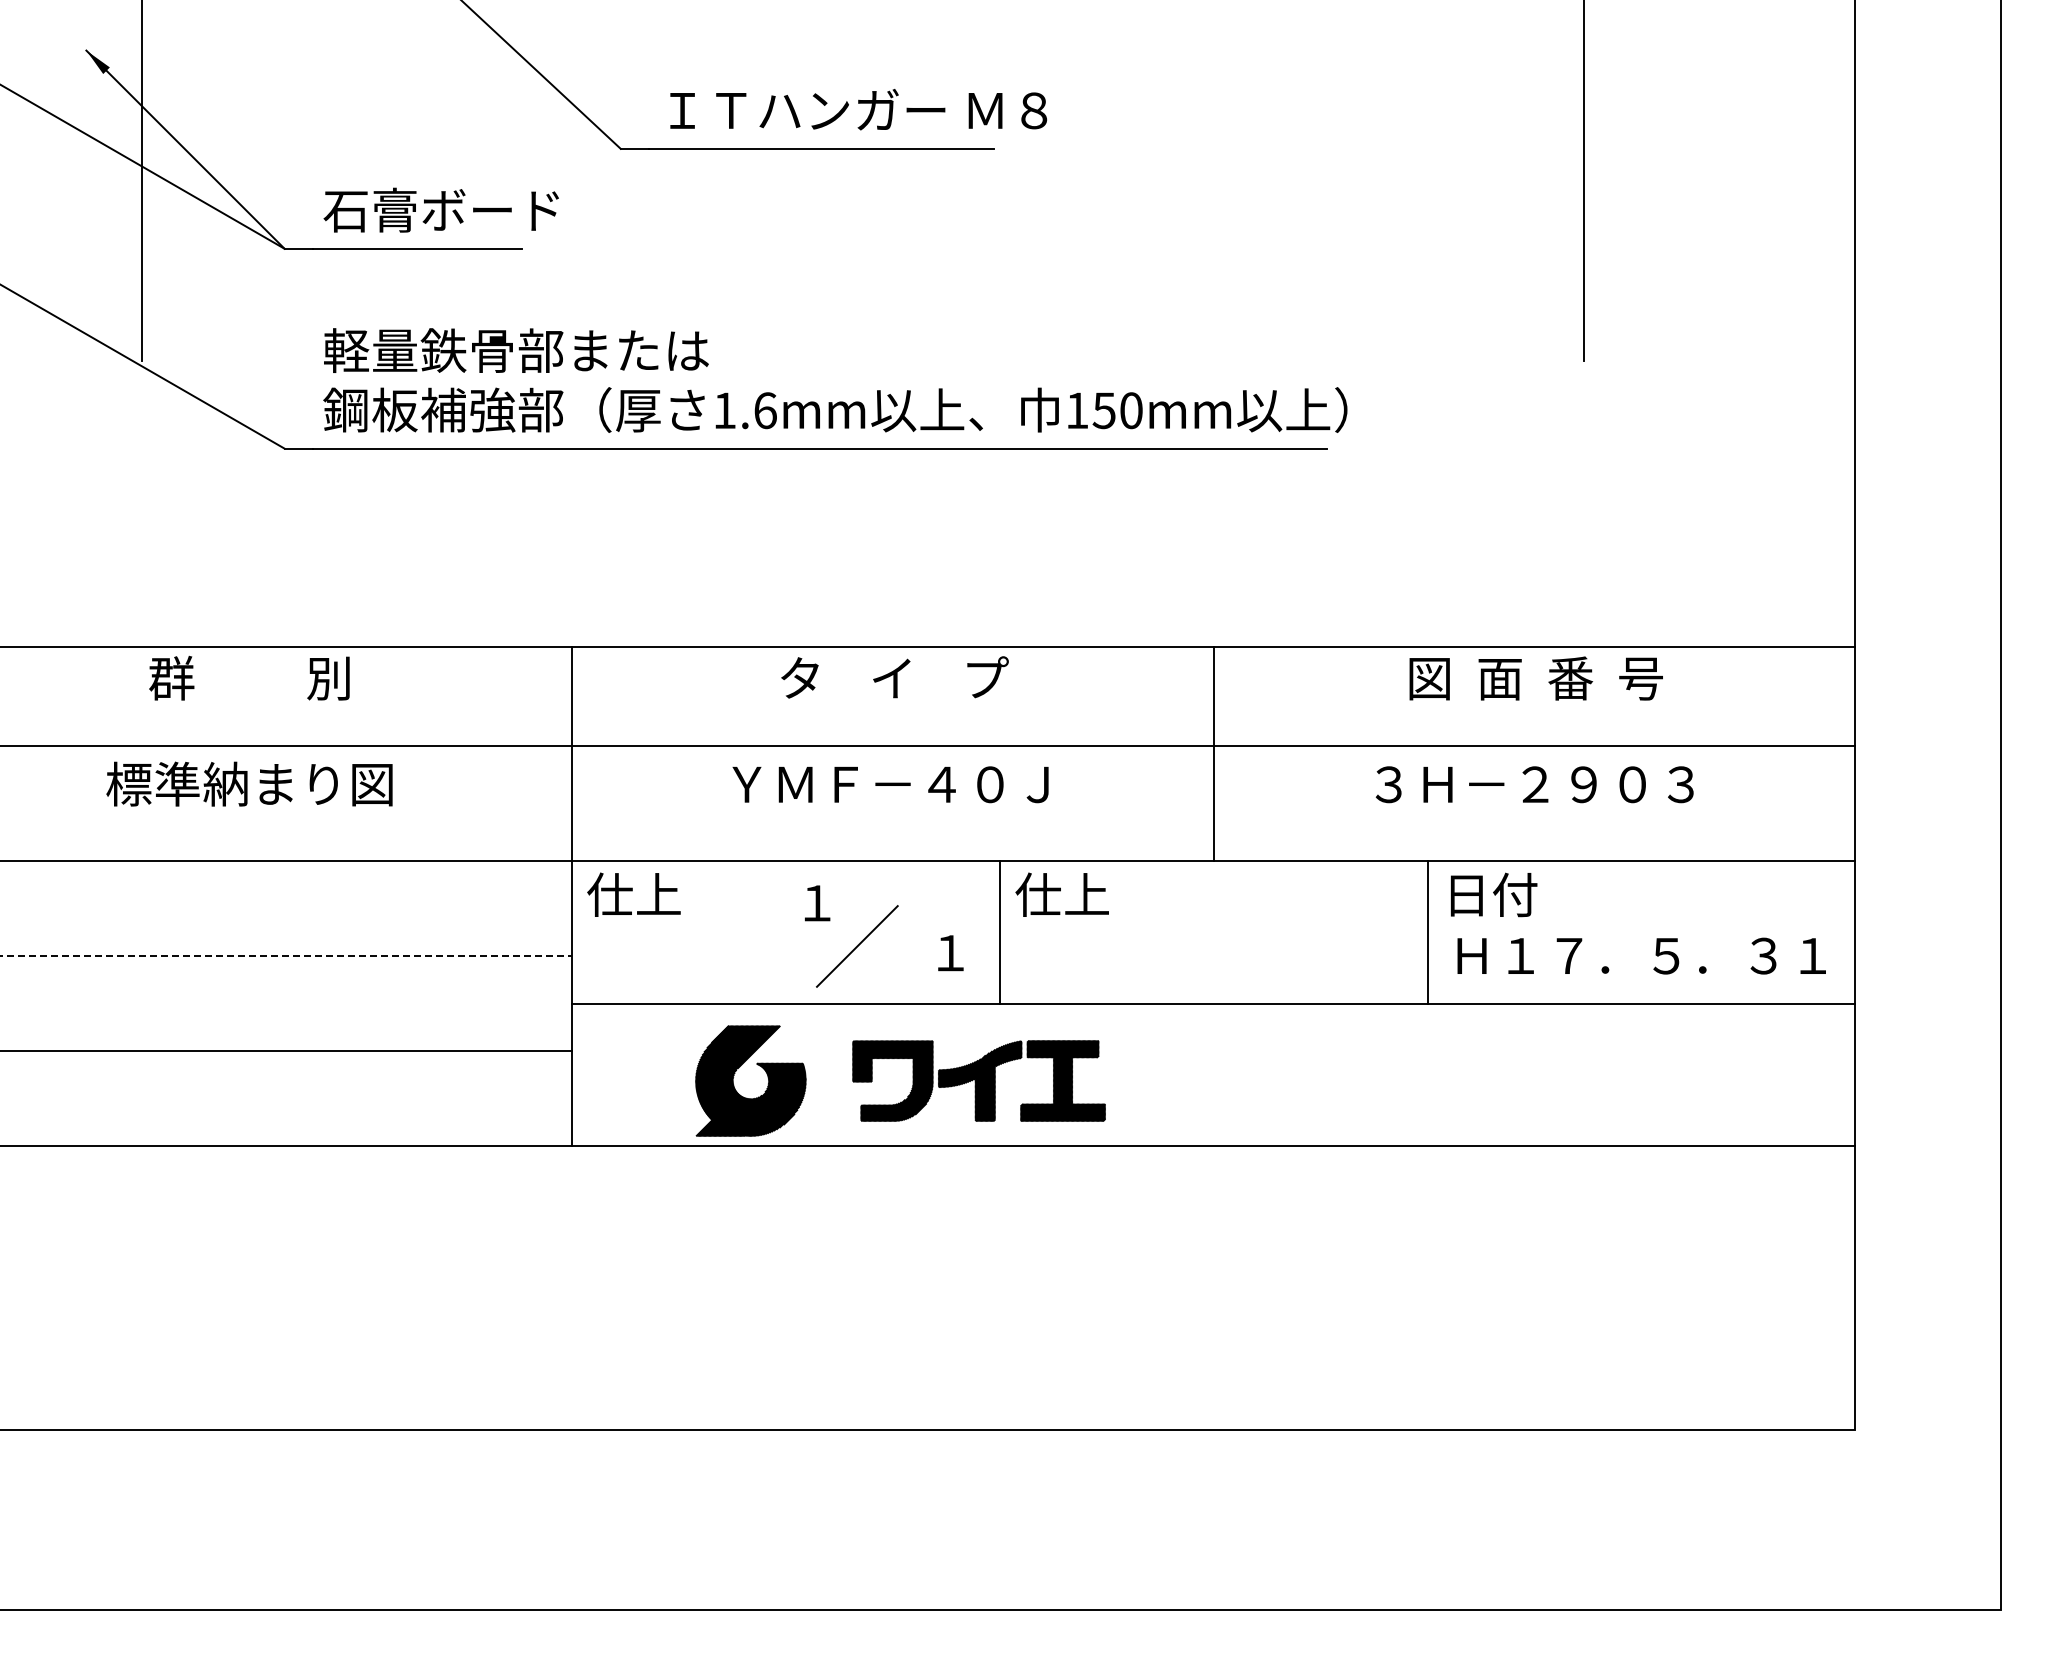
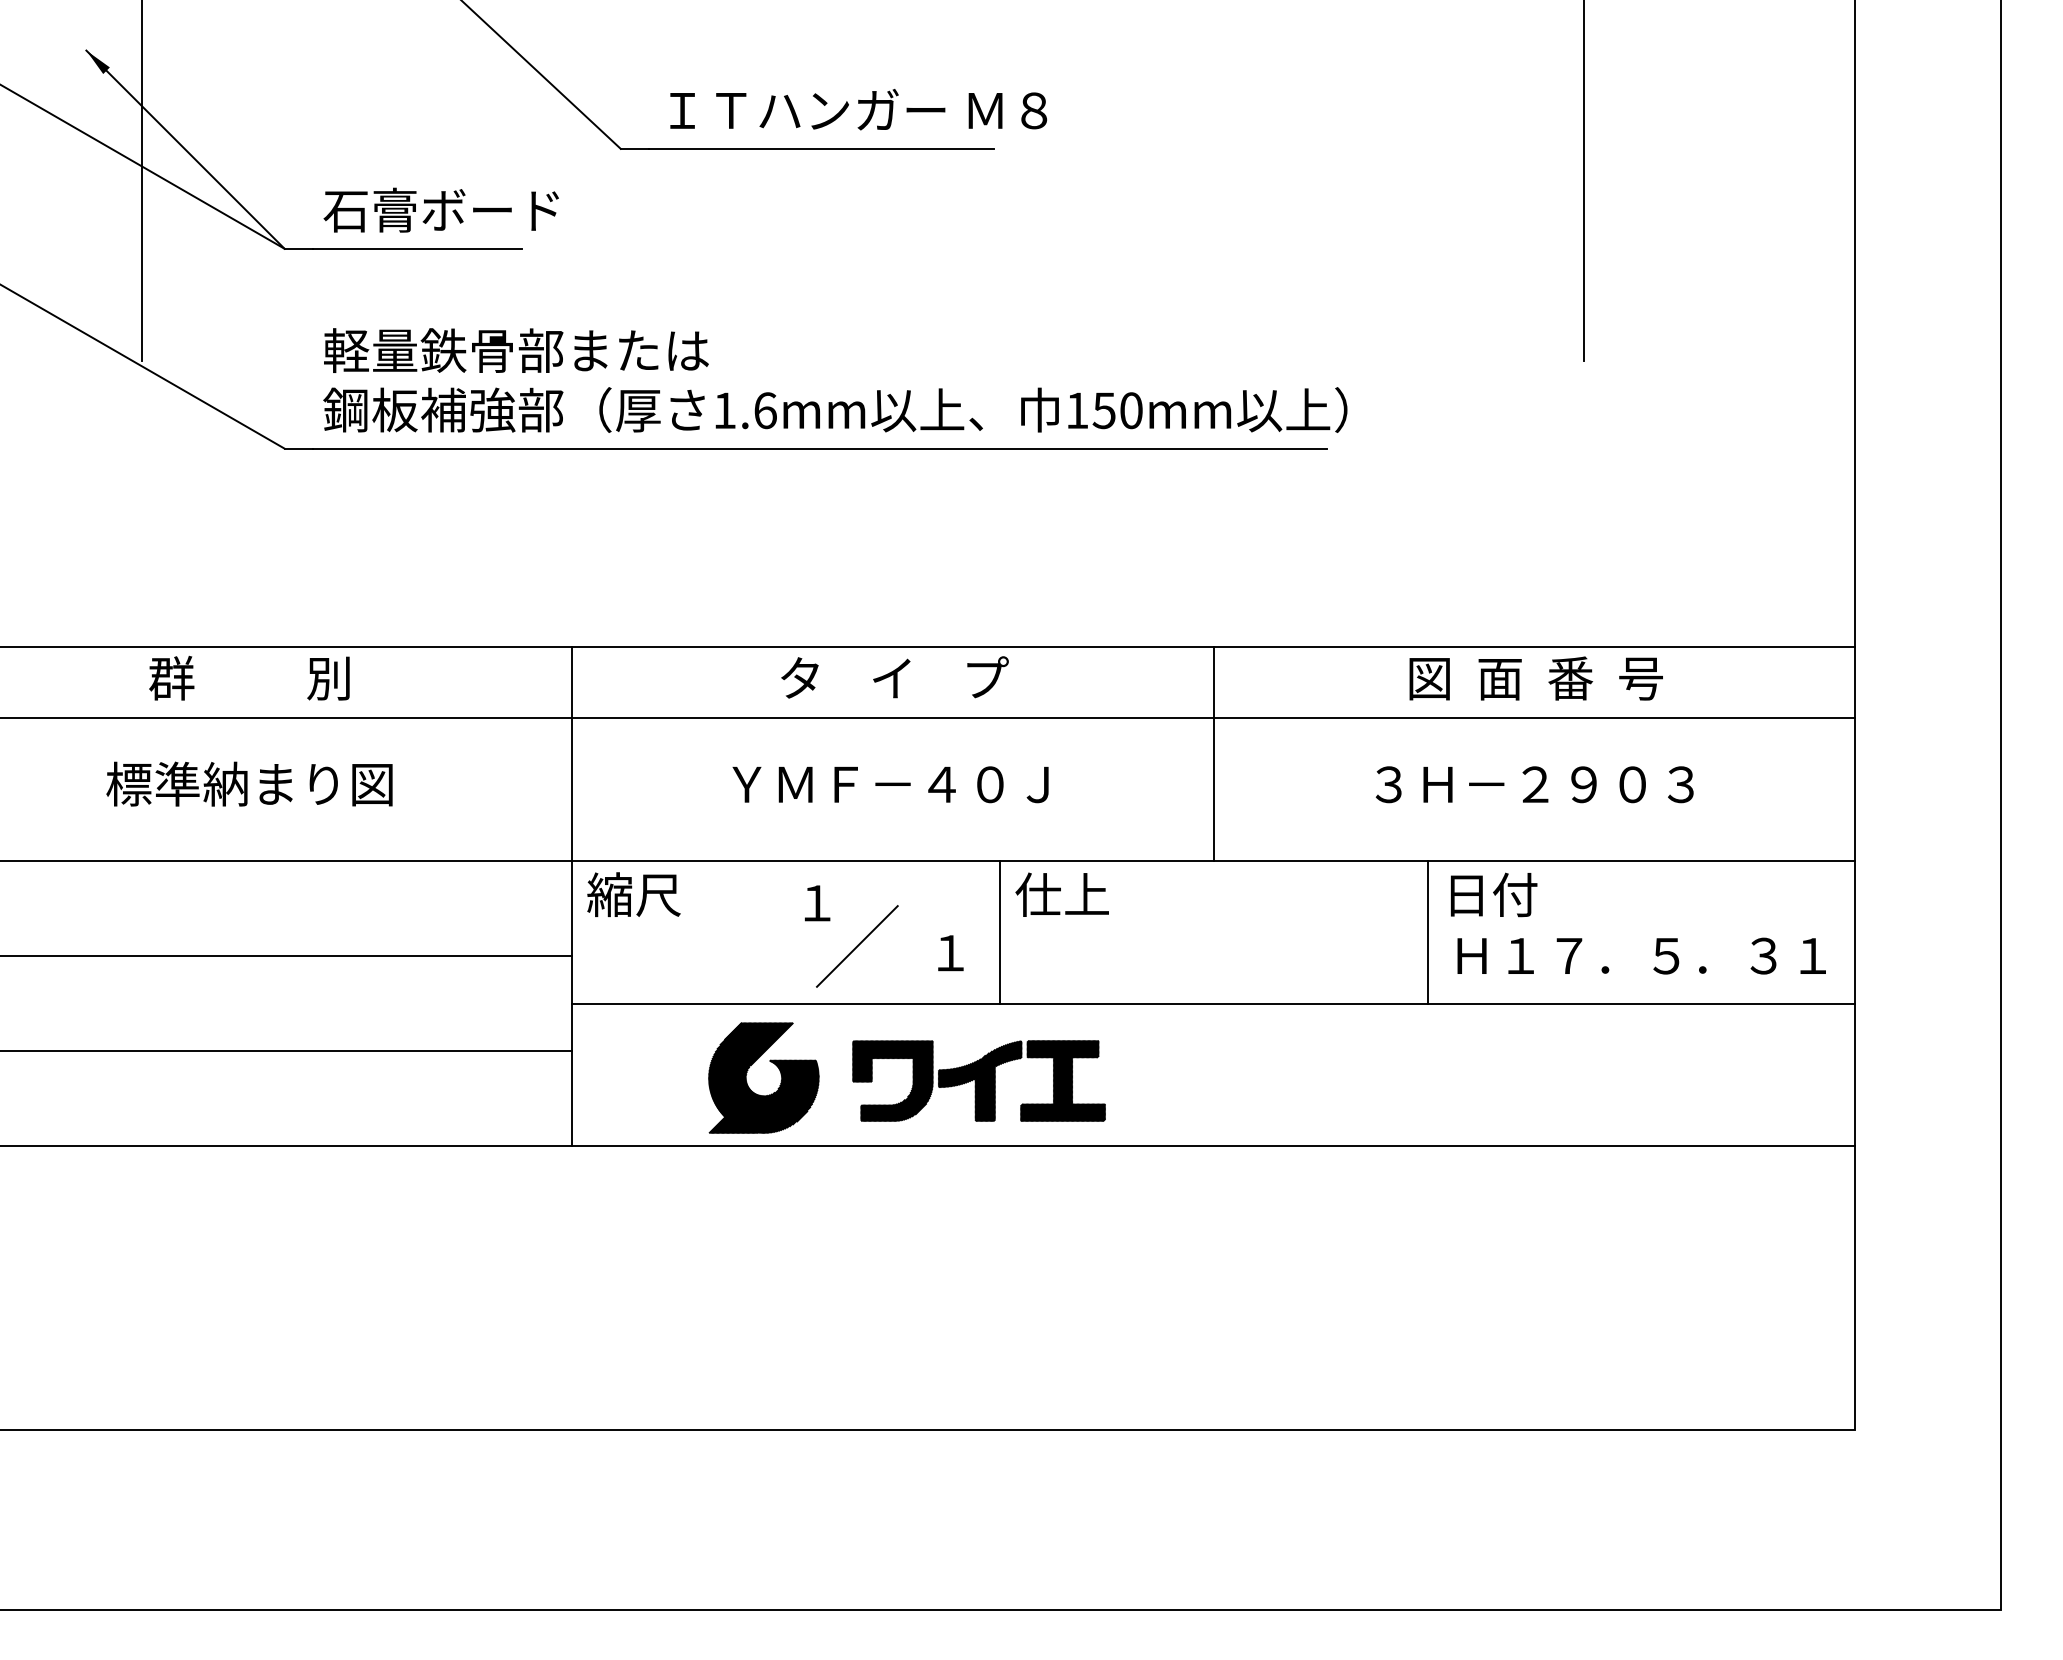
line at (928, 746) position: (928, 746) -> (928, 718)
text at (633, 894): 仕上 -> 縮尺
line at (286, 955): dashed -> solid
part at (734, 1077) position: (734, 1077) -> (747, 1074)
